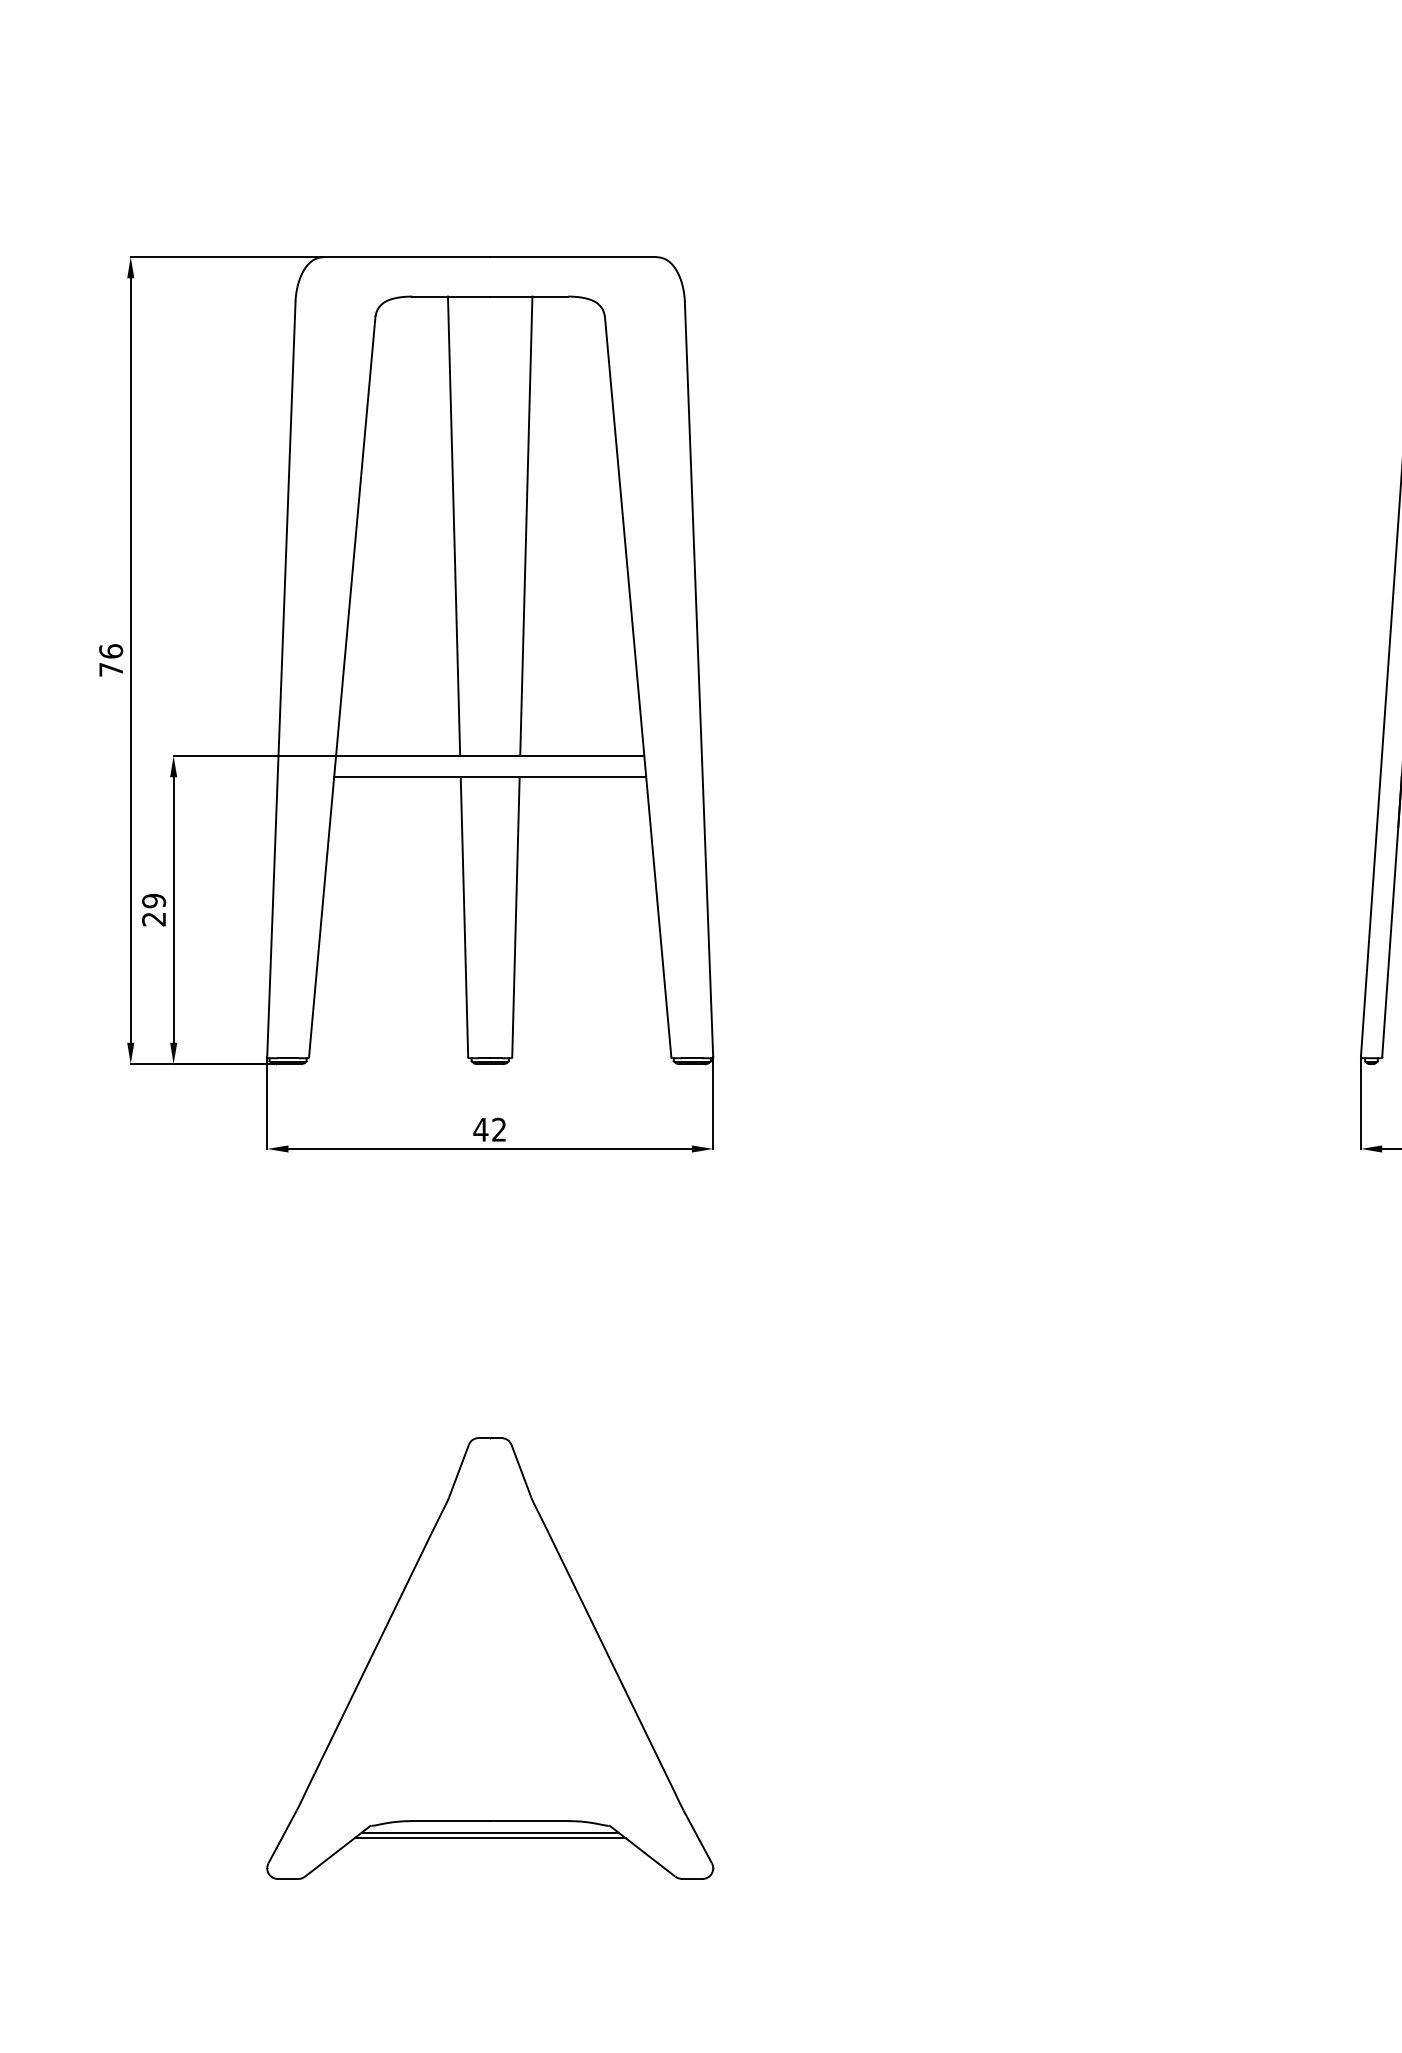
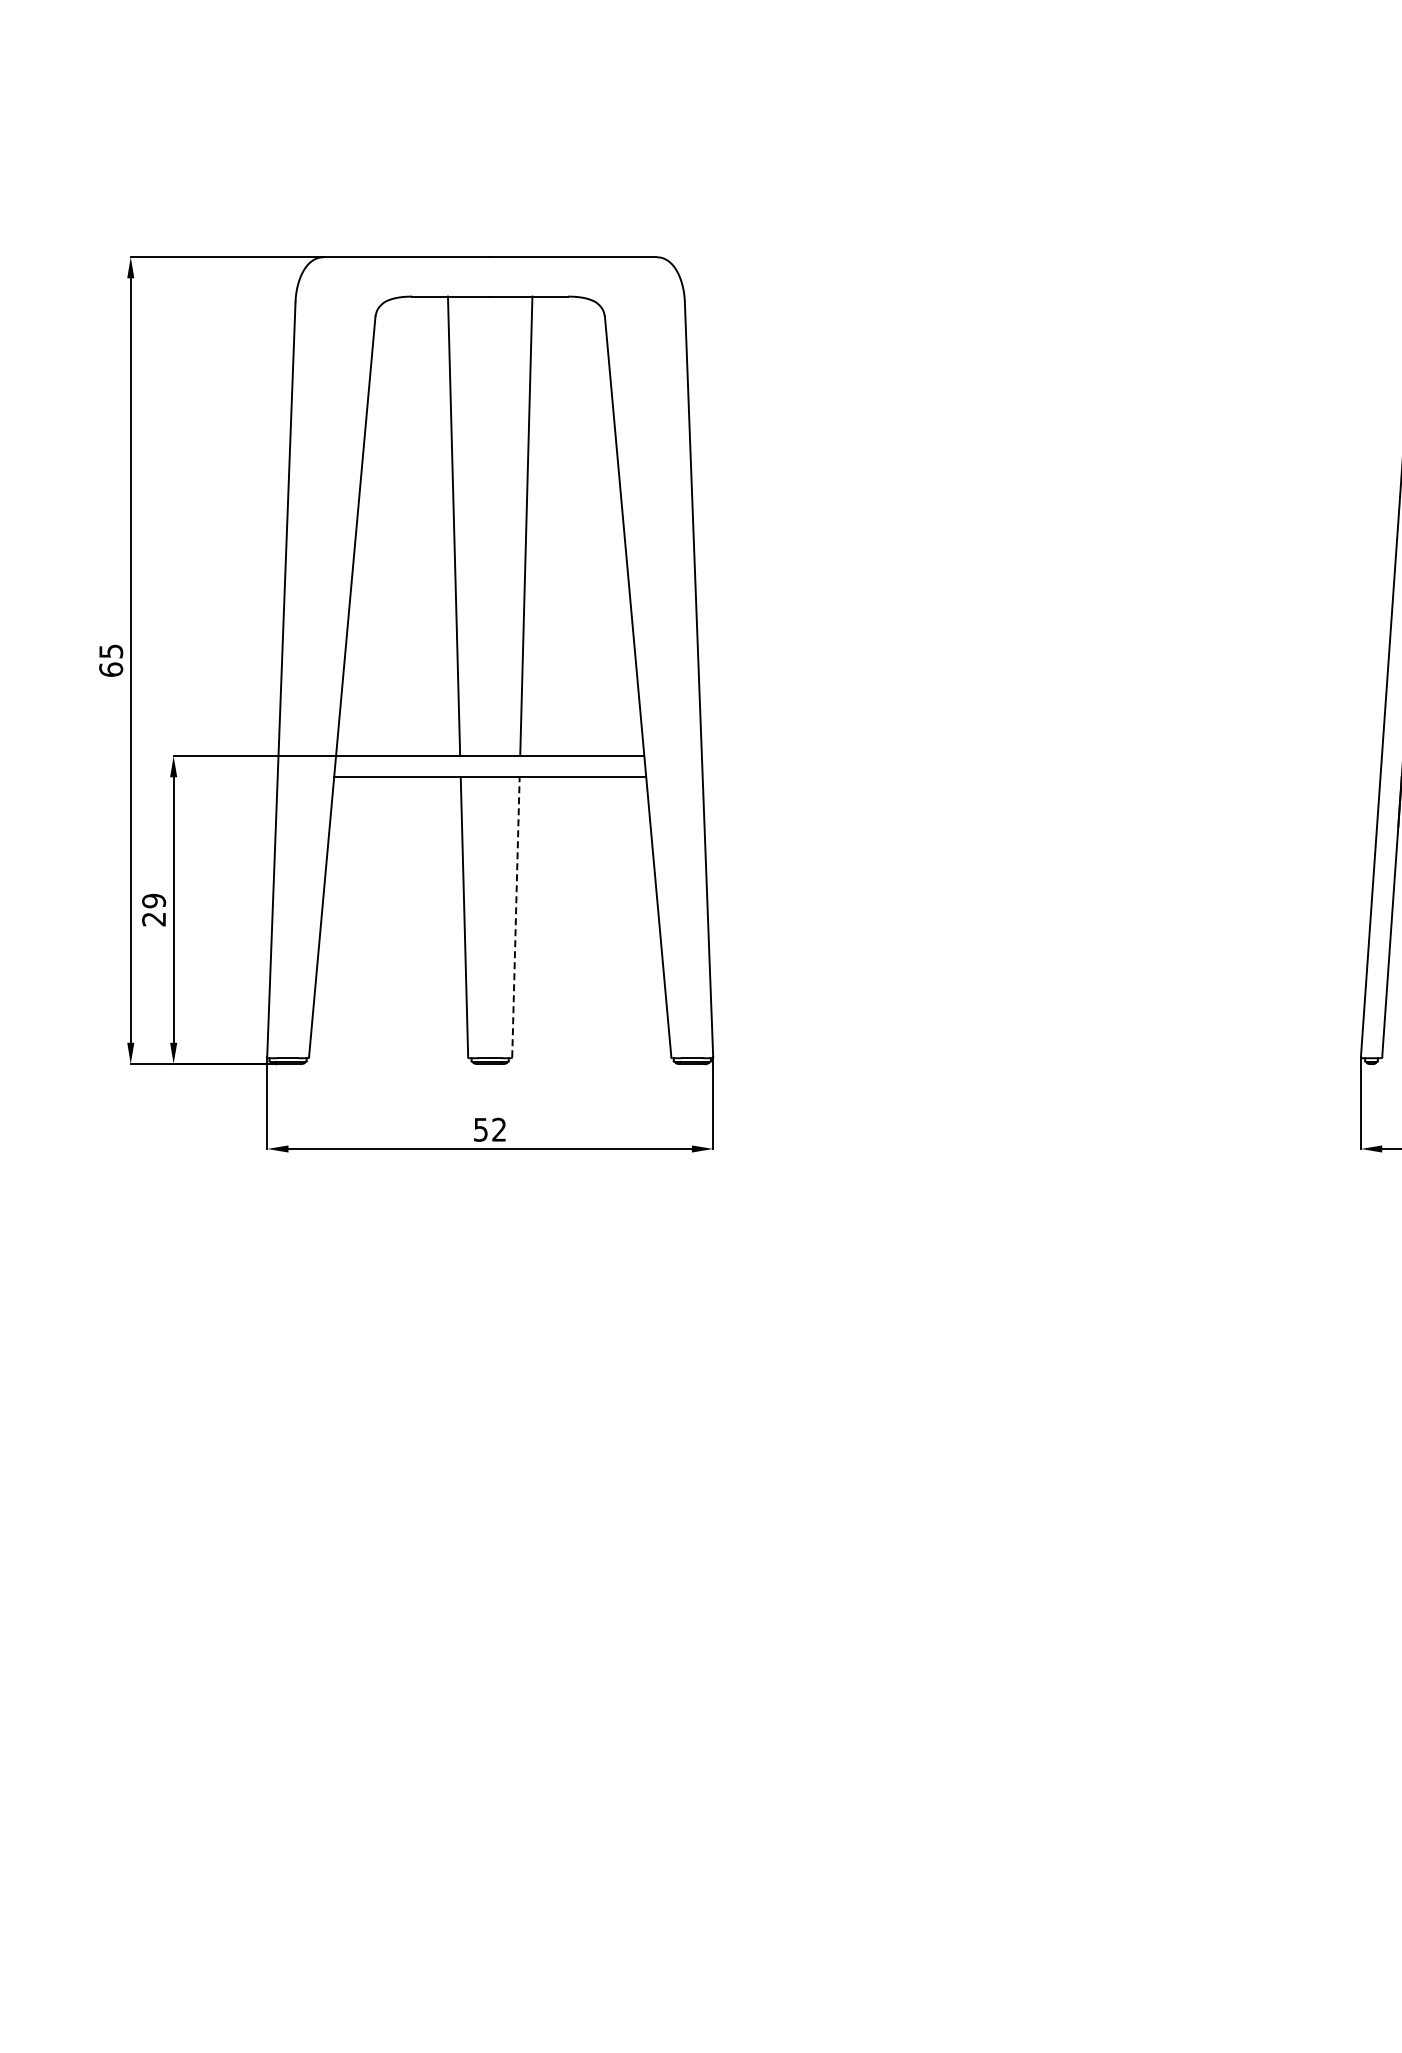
text at (111, 660): 76 -> 65
line at (515, 917): solid -> dashed
text at (480, 1129): 42 -> 52
part at (490, 1658): present -> none
